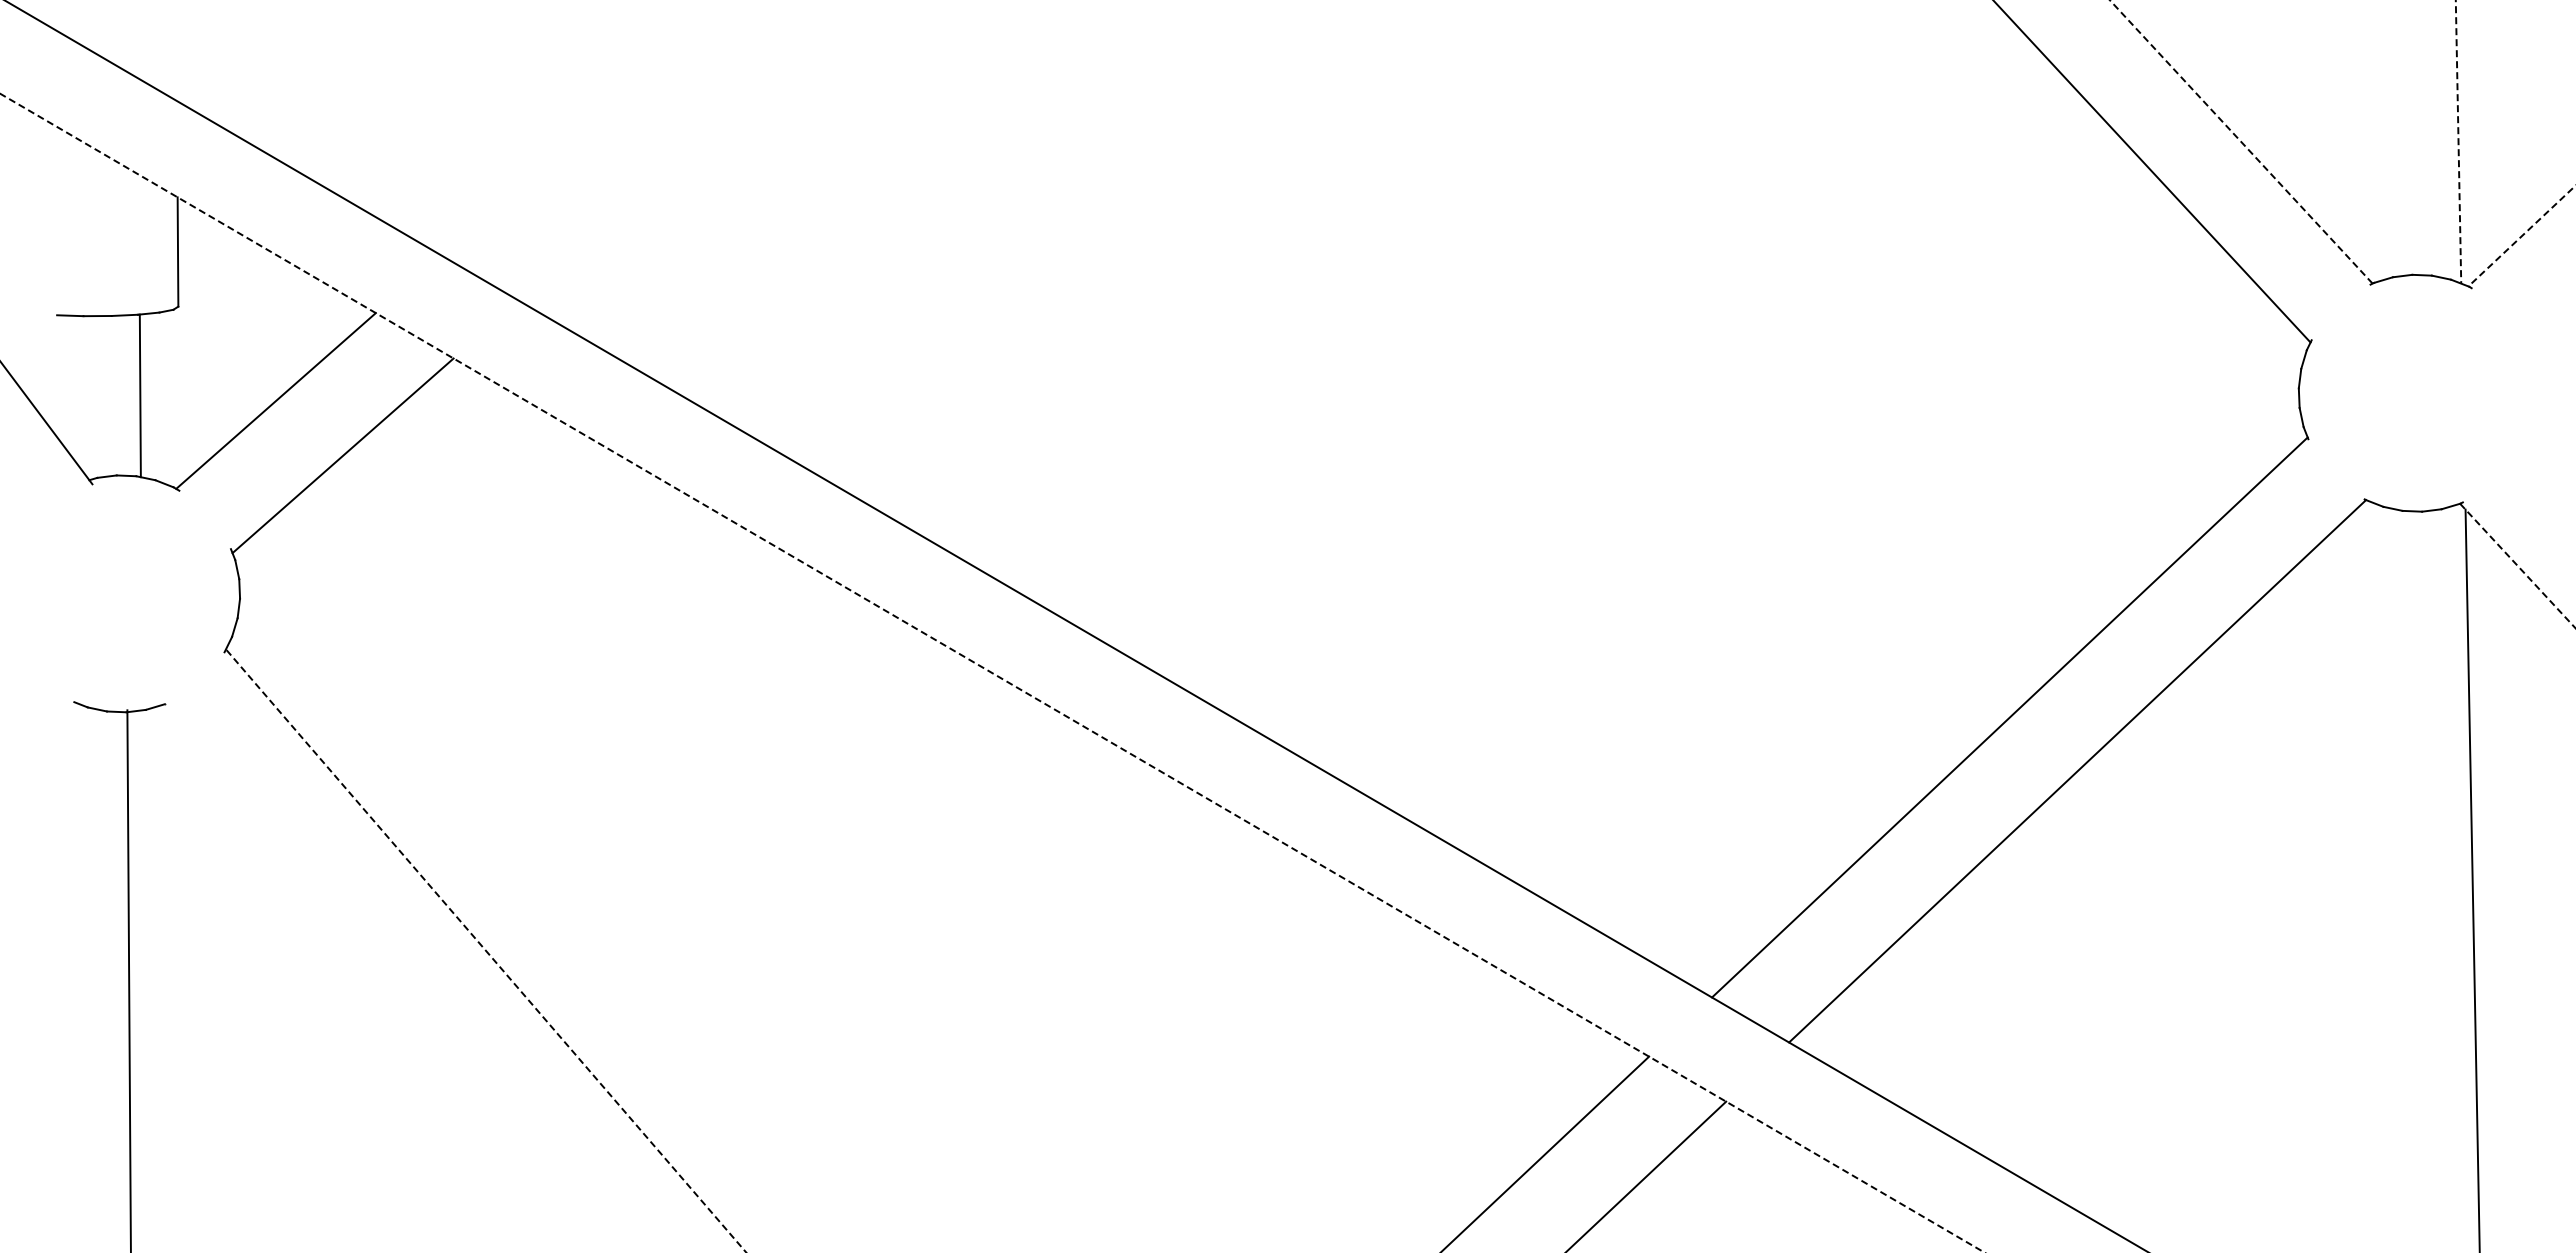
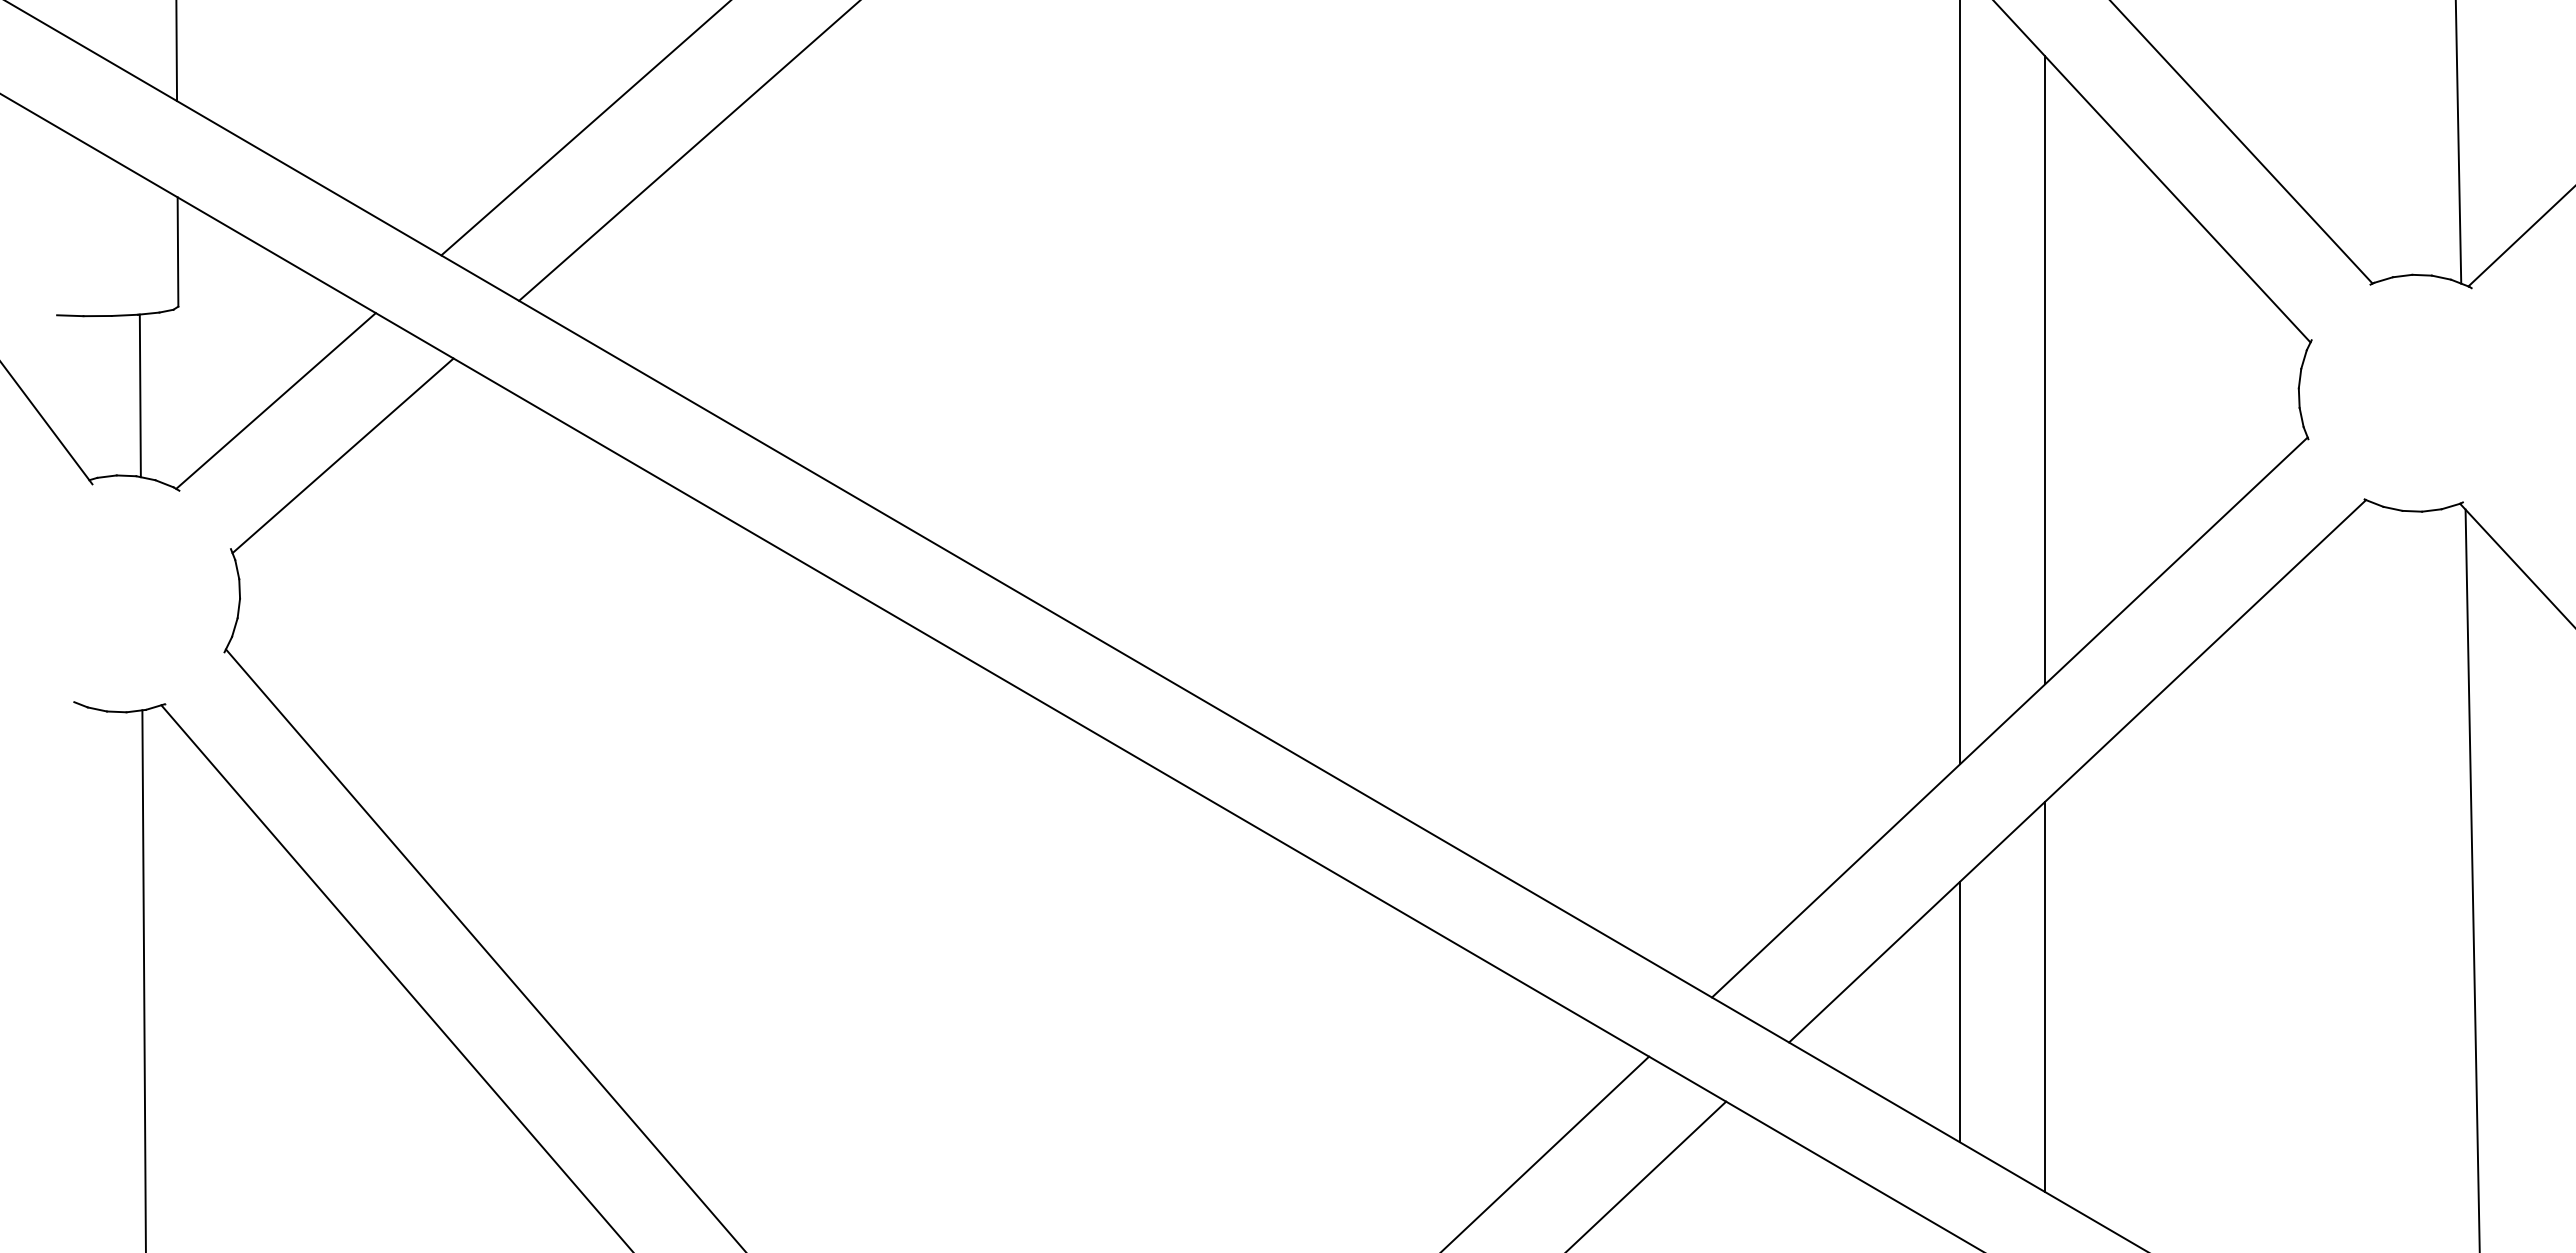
line at (176, 51): none -> present
line at (584, 128): none -> present
line at (2241, 142): dashed -> solid
line at (2458, 142): dashed -> solid
line at (688, 151): none -> present
line at (2521, 236): dashed -> solid
line at (2045, 370): none -> present
line at (1960, 383): none -> present
line at (2517, 566): dashed -> solid
line at (992, 673): dashed -> solid
line at (485, 950): dashed -> solid
line at (395, 977): none -> present
line at (128, 979) position: (128, 979) -> (143, 979)
line at (2045, 996): none -> present
line at (1960, 1011): none -> present
